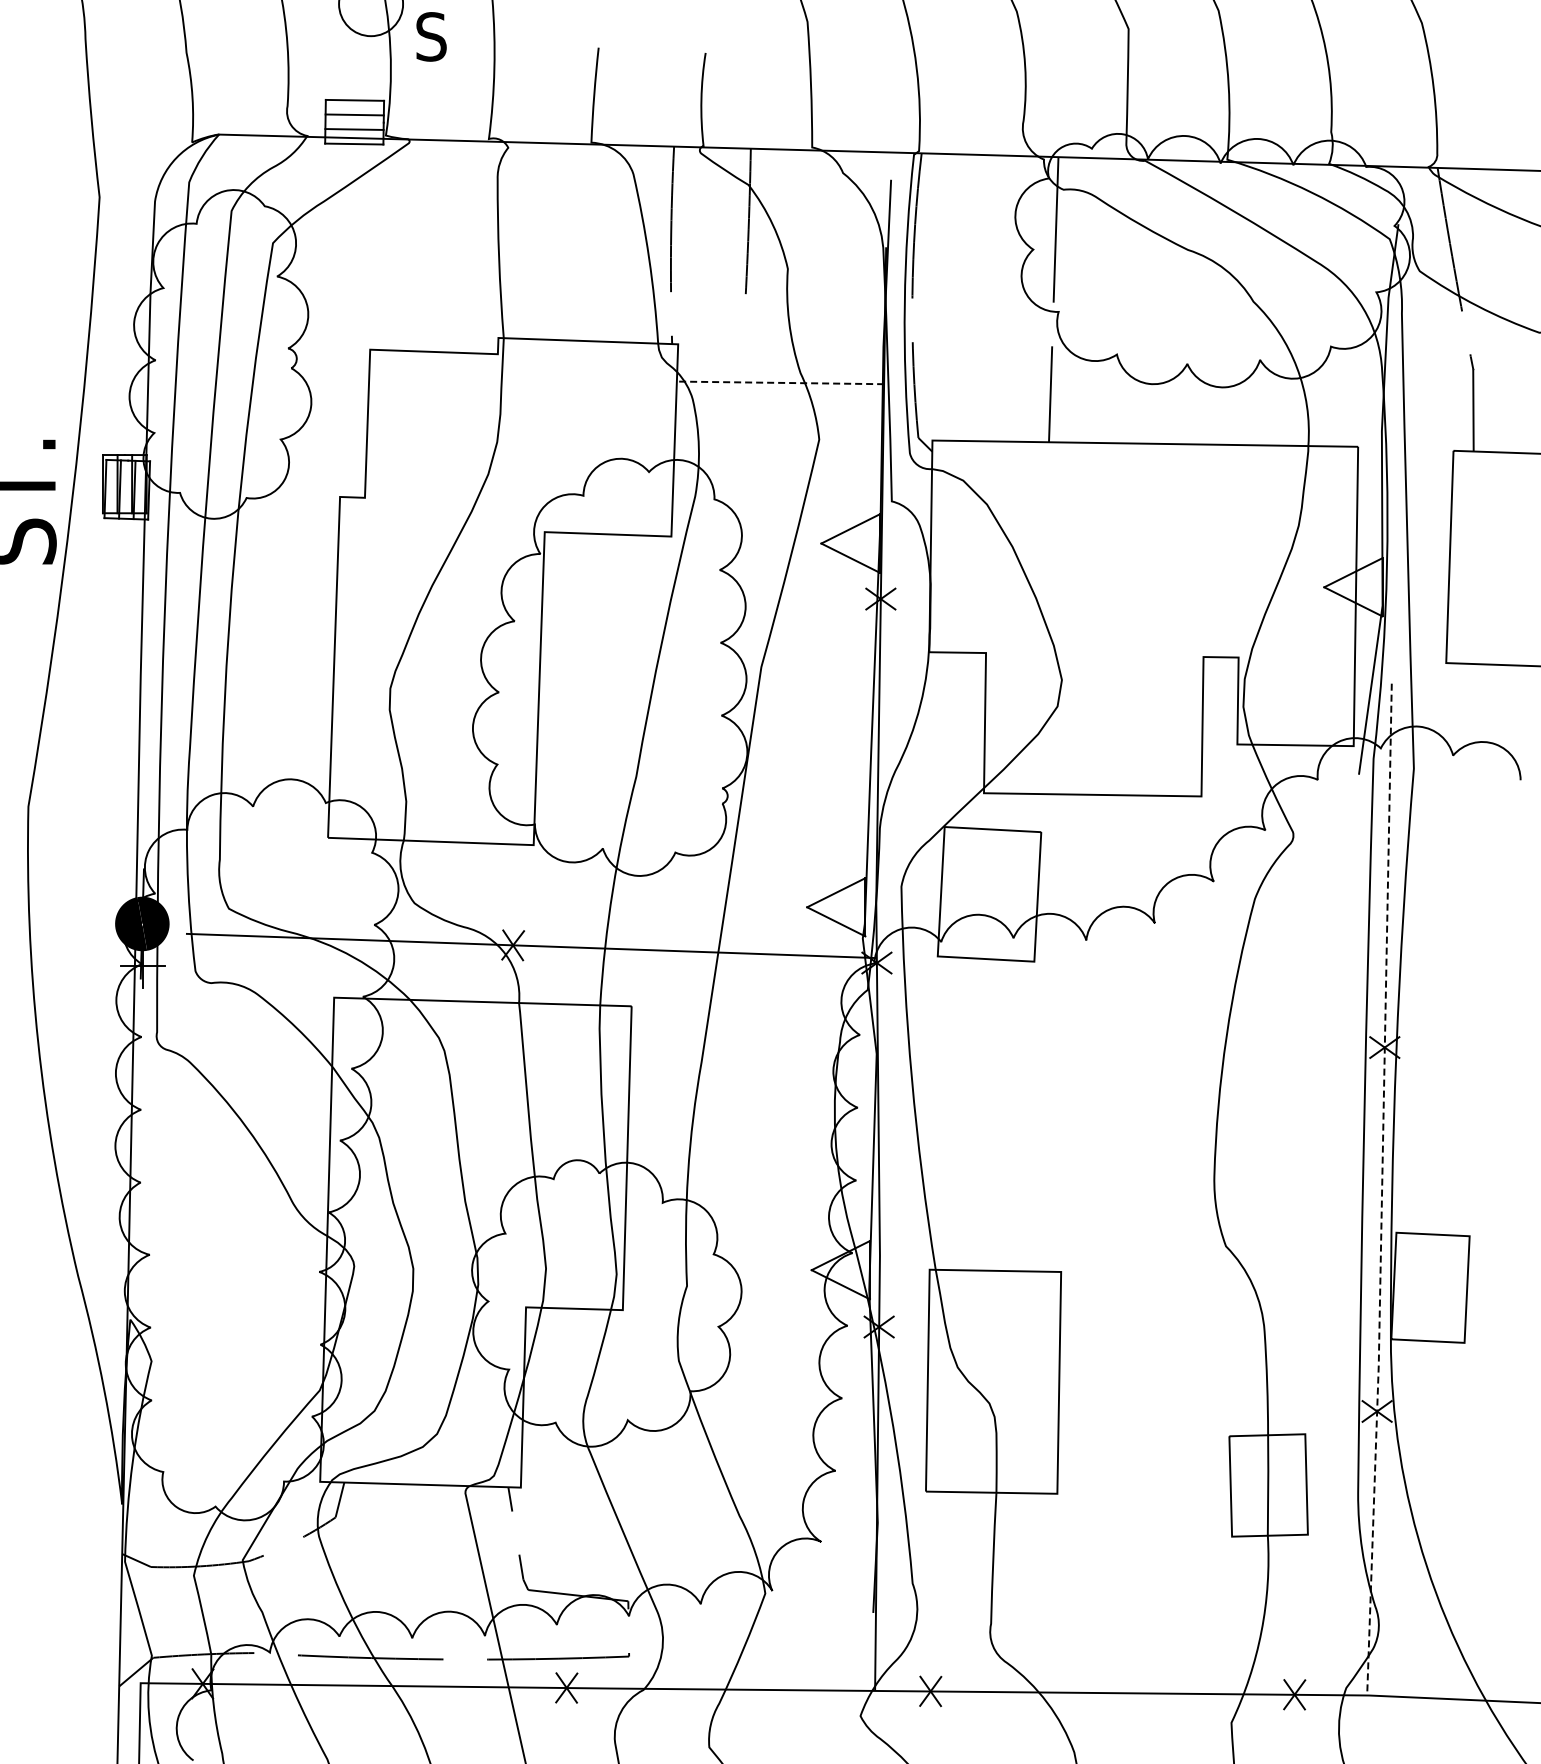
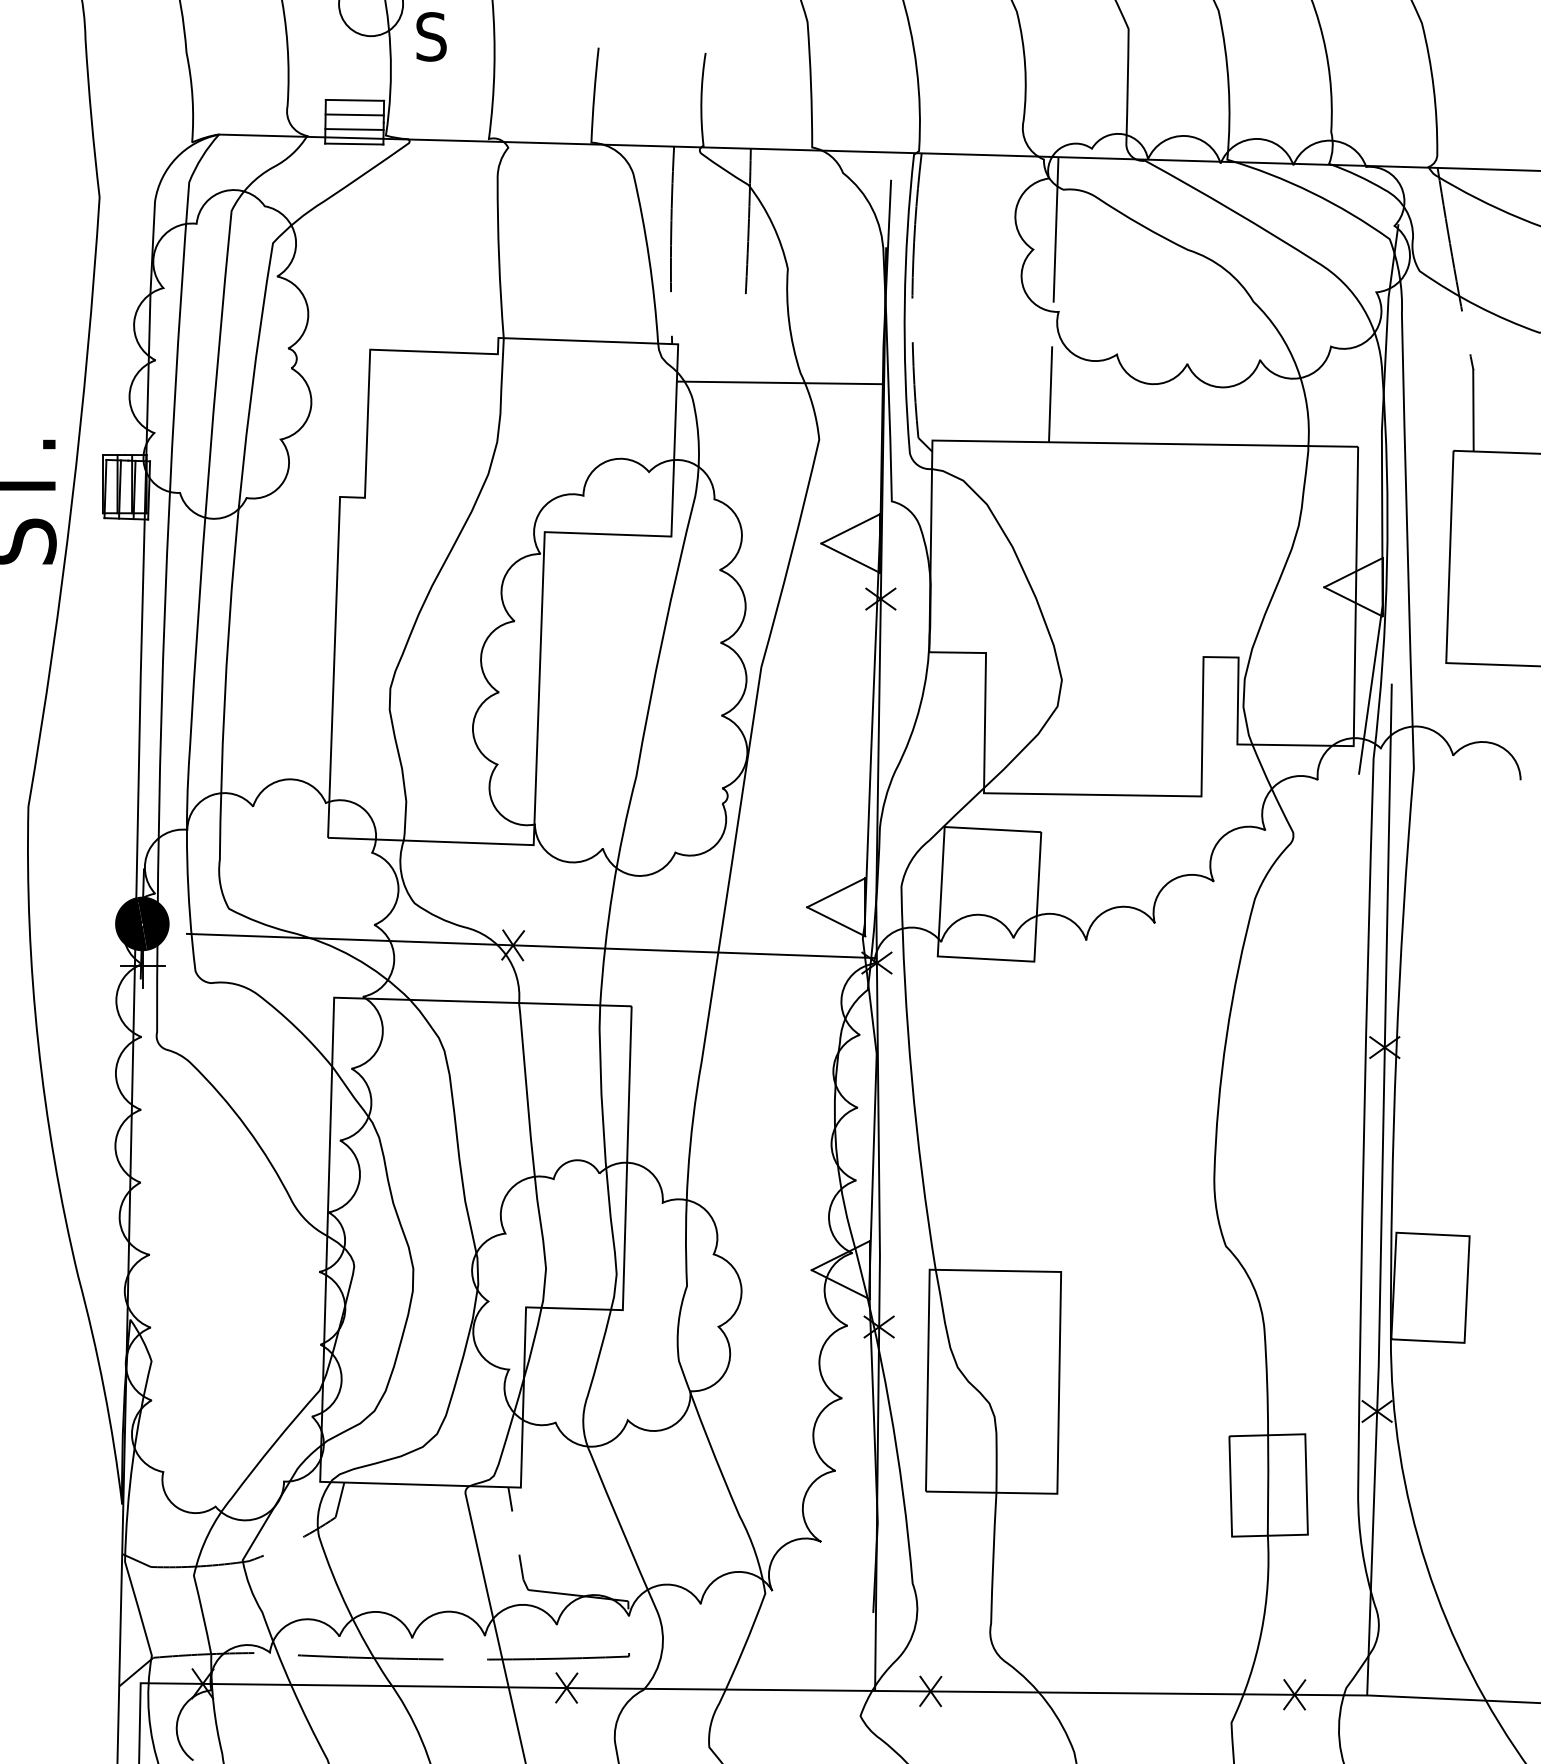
line at (780, 382): dashed -> solid
line at (1382, 1190): dashed -> solid
